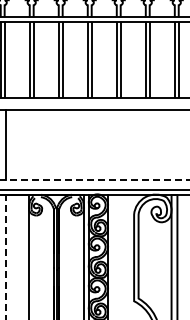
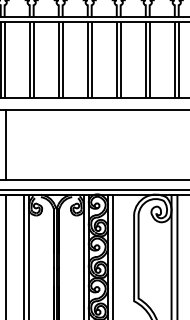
line at (94, 180): dashed -> solid
line at (24, 255): none -> present
line at (113, 255): none -> present
line at (6, 256): dashed -> solid
